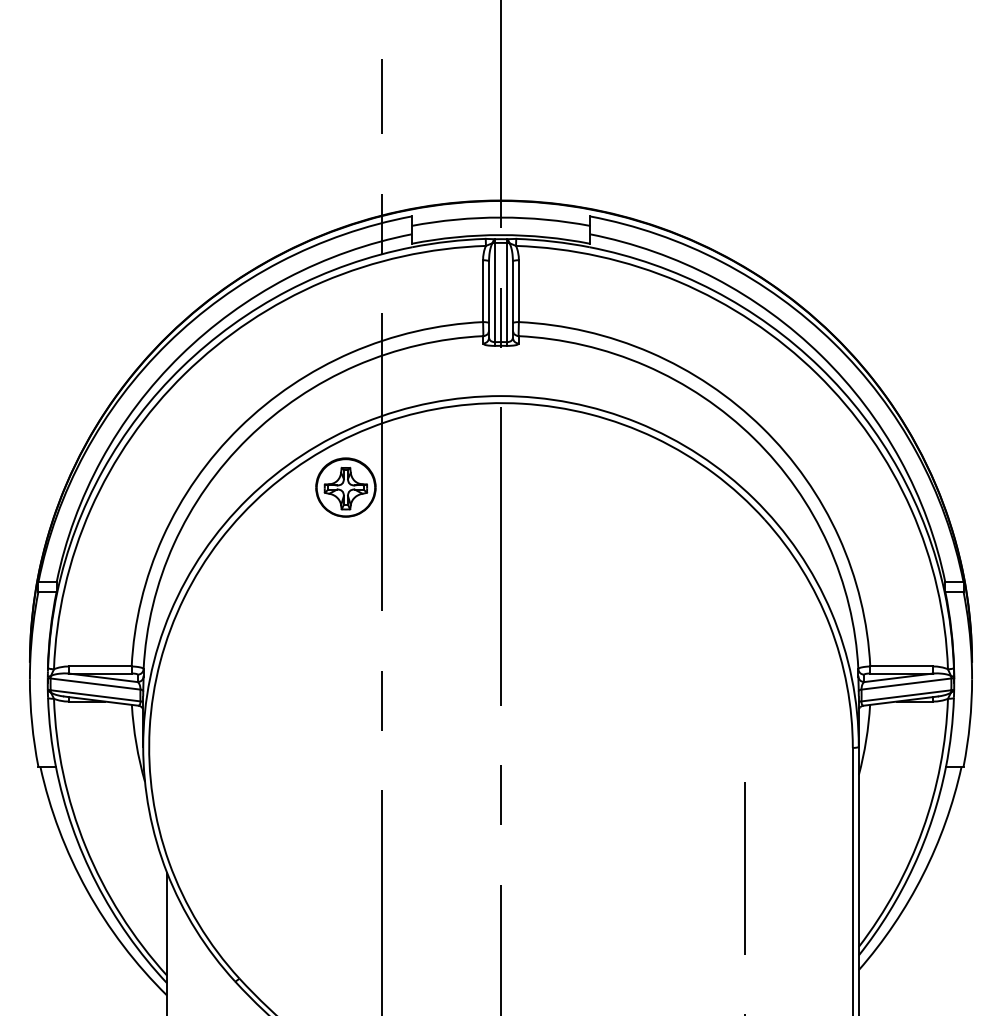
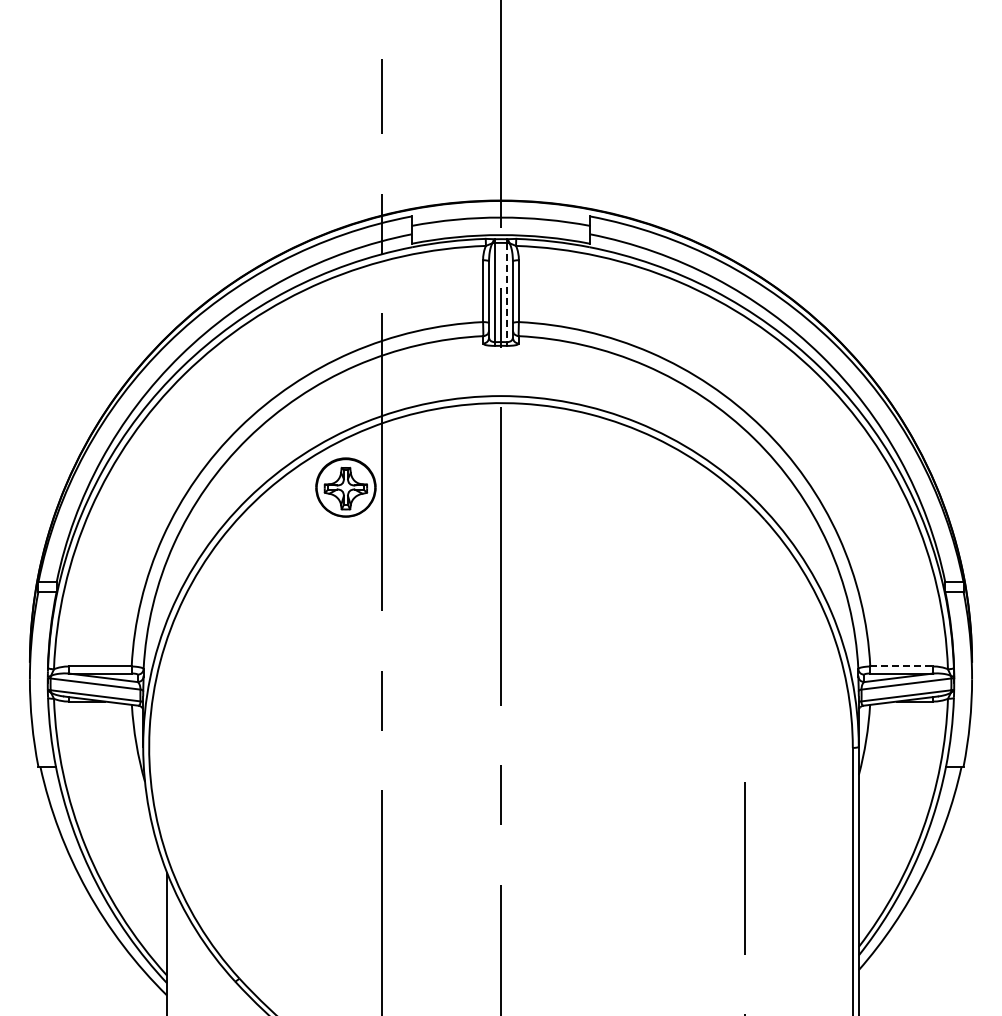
line at (507, 292): solid -> dashed
line at (901, 666): solid -> dashed
